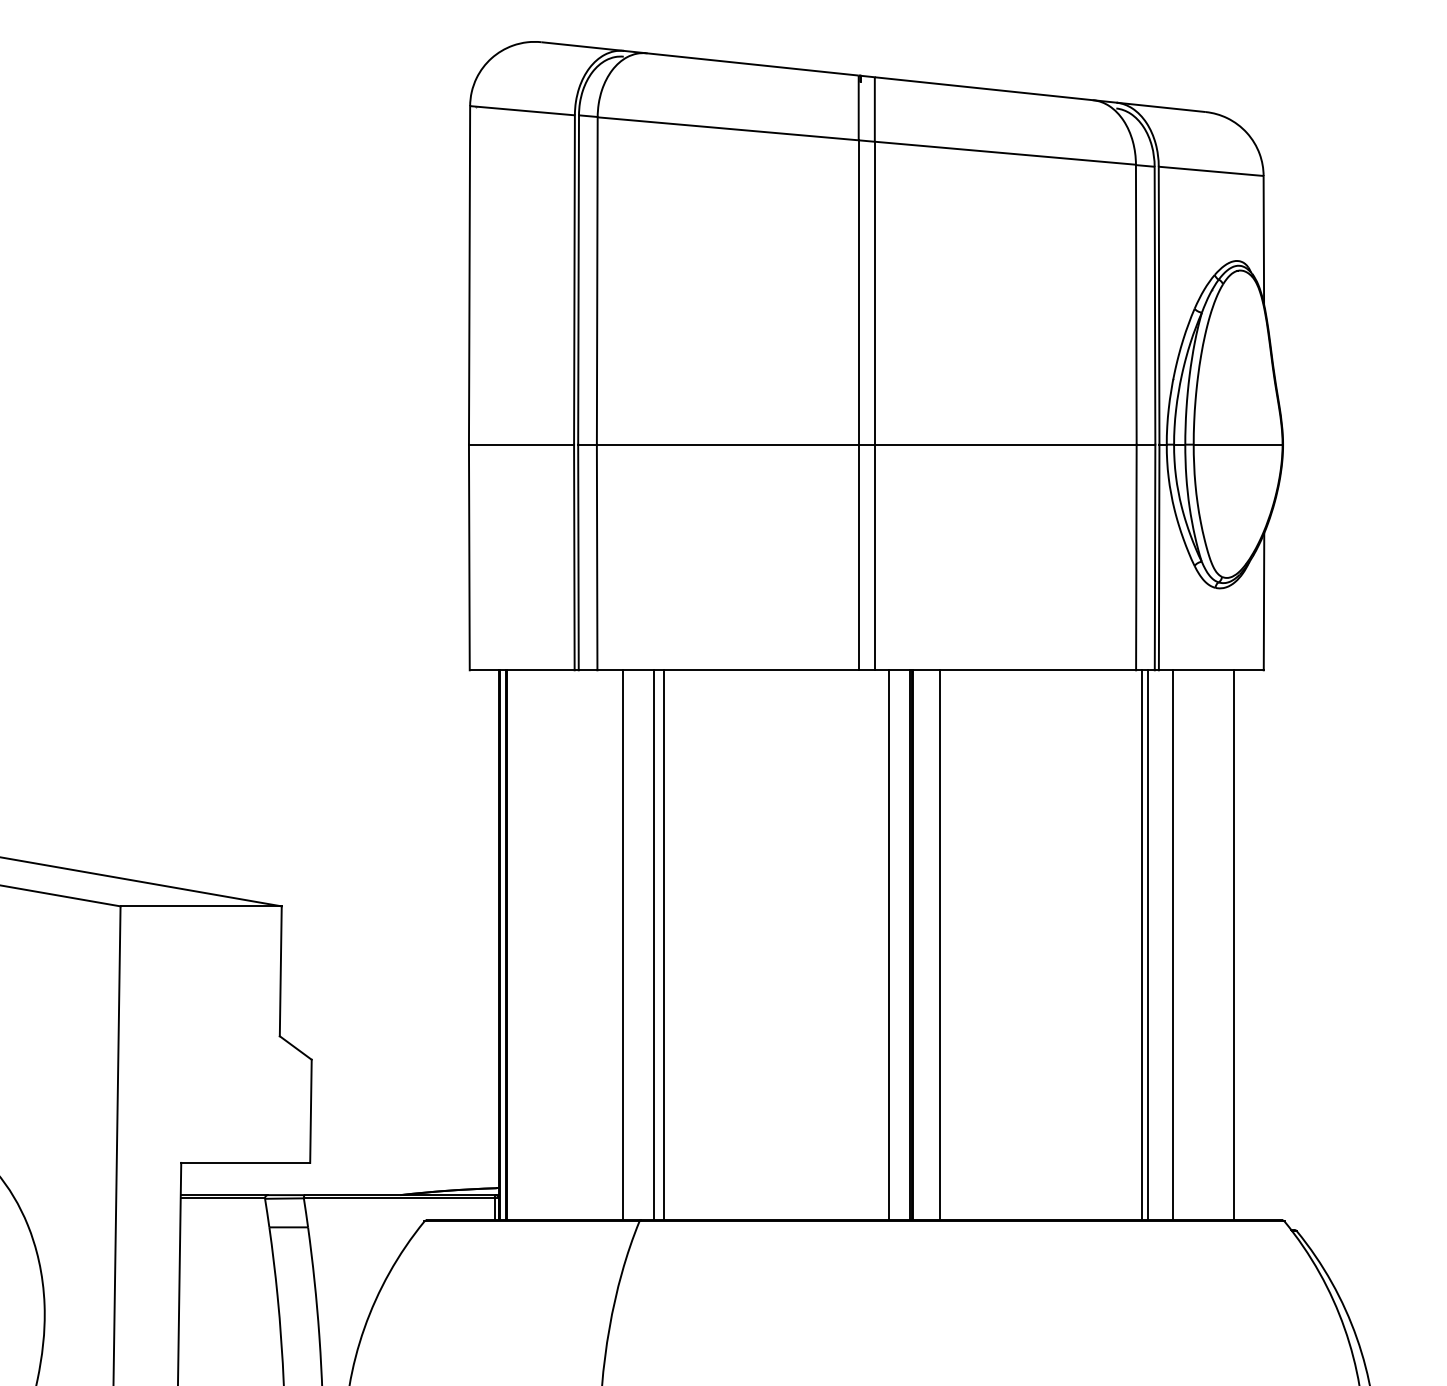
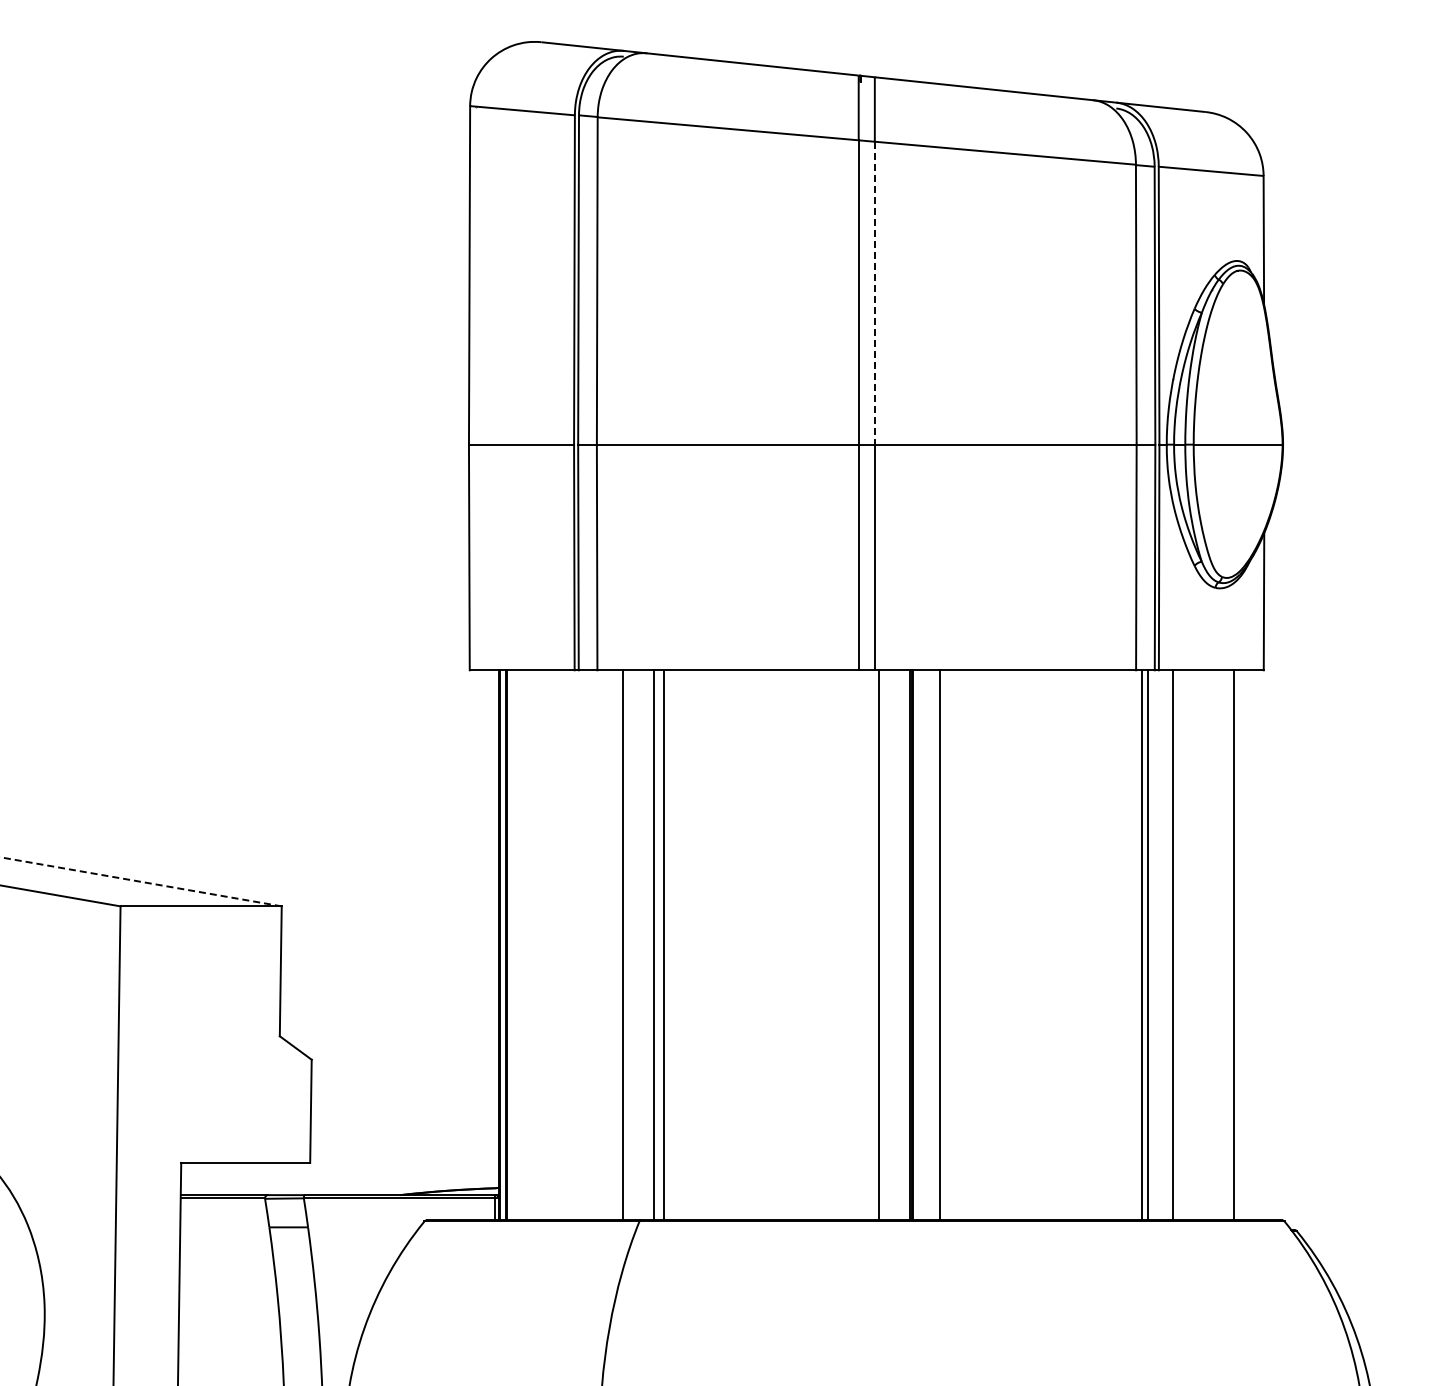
line at (874, 293): solid -> dashed
line at (141, 881): solid -> dashed
line at (889, 945) position: (889, 945) -> (879, 945)
